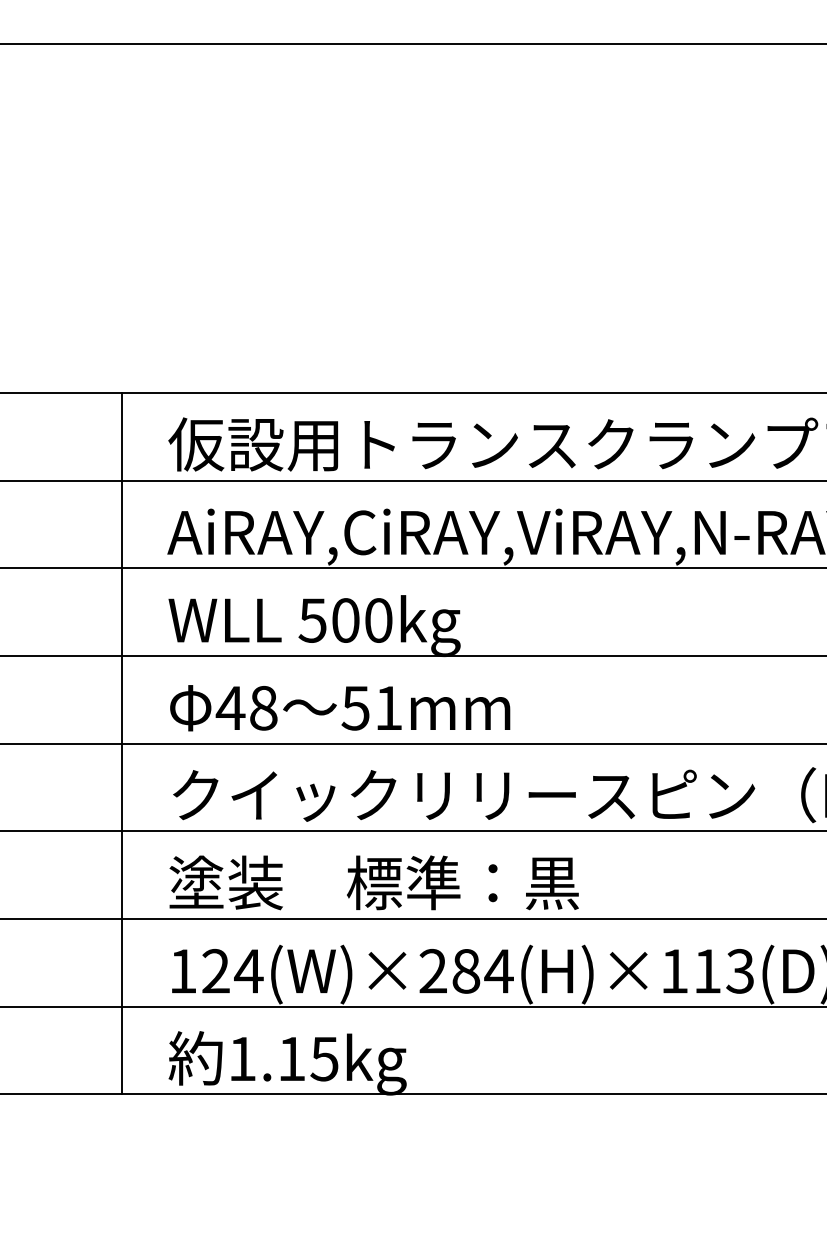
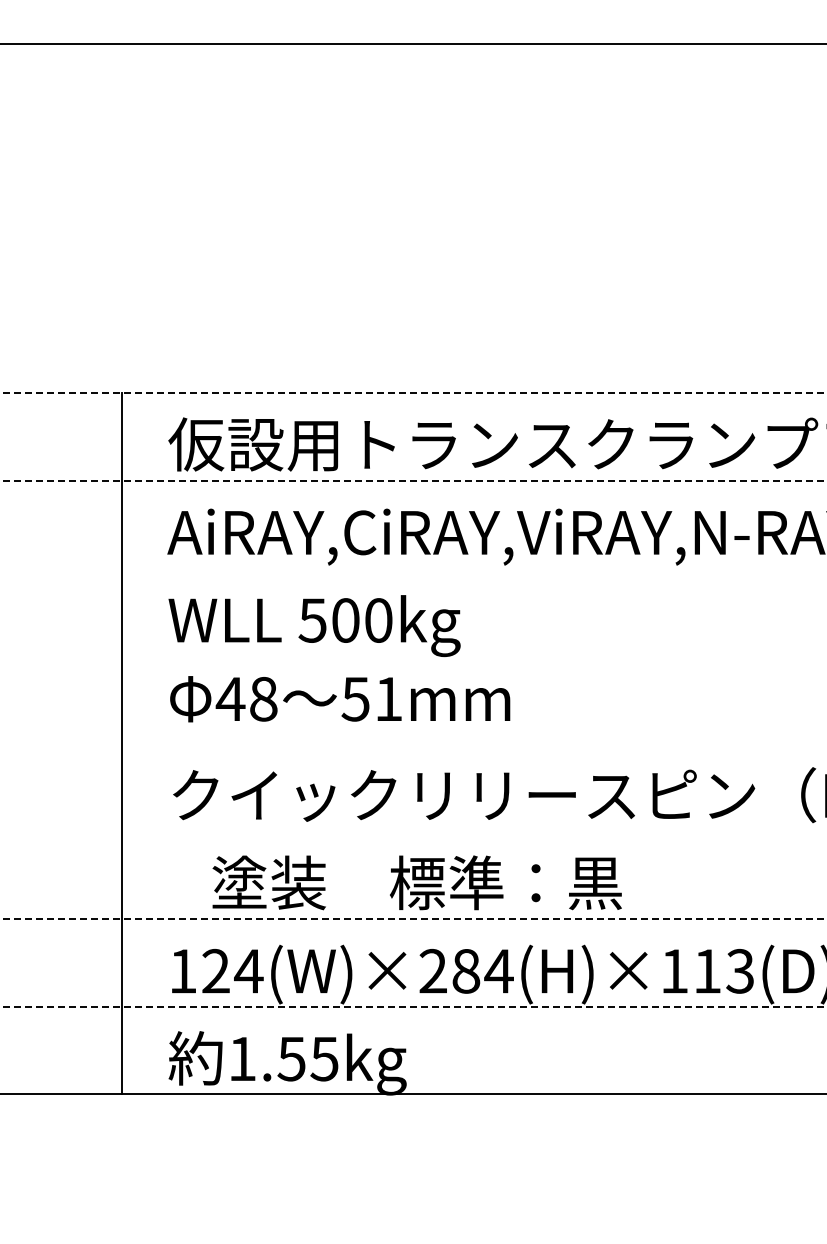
line at (413, 392): solid -> dashed
line at (413, 480): solid -> dashed
line at (412, 568): present -> none
line at (412, 655): present -> none
text at (340, 708) position: (340, 708) -> (340, 699)
line at (412, 743): present -> none
line at (412, 831): present -> none
text at (373, 882) position: (373, 882) -> (416, 882)
line at (413, 919): solid -> dashed
line at (413, 1006): solid -> dashed
text at (291, 1059): 1.15kg -> 1.55kg
